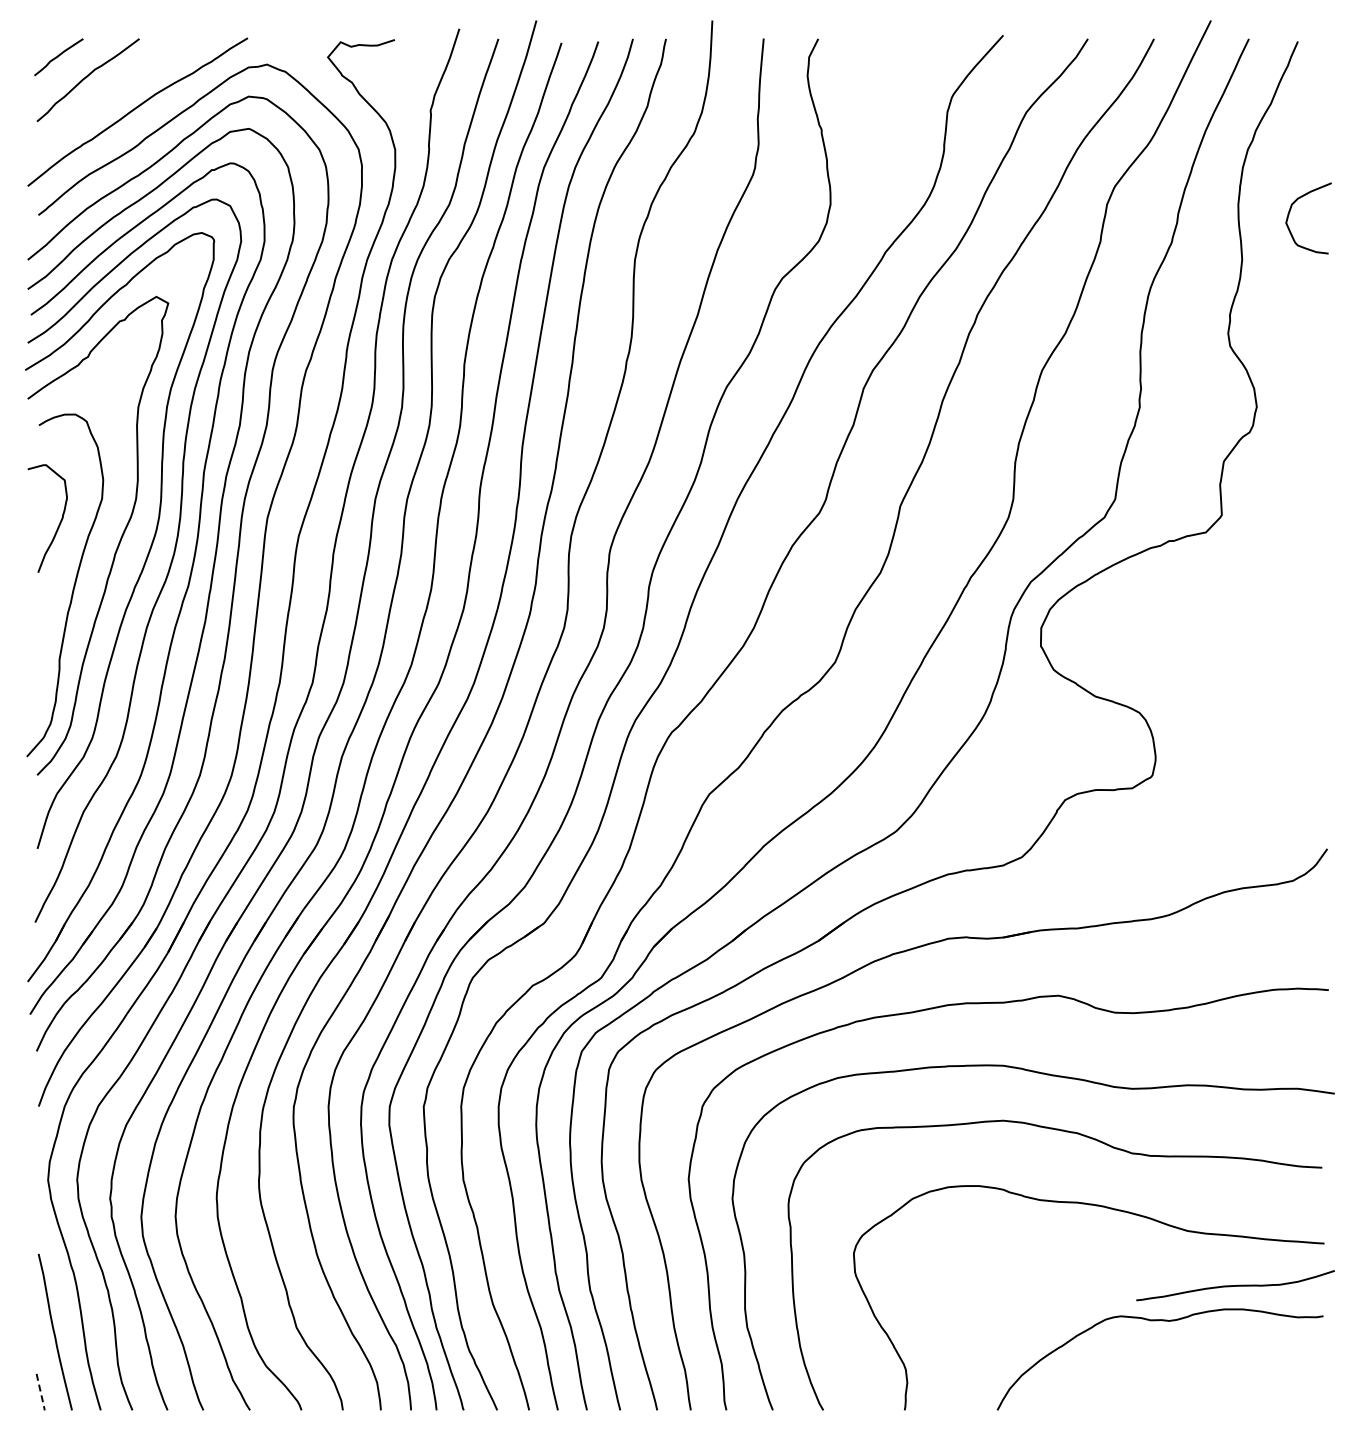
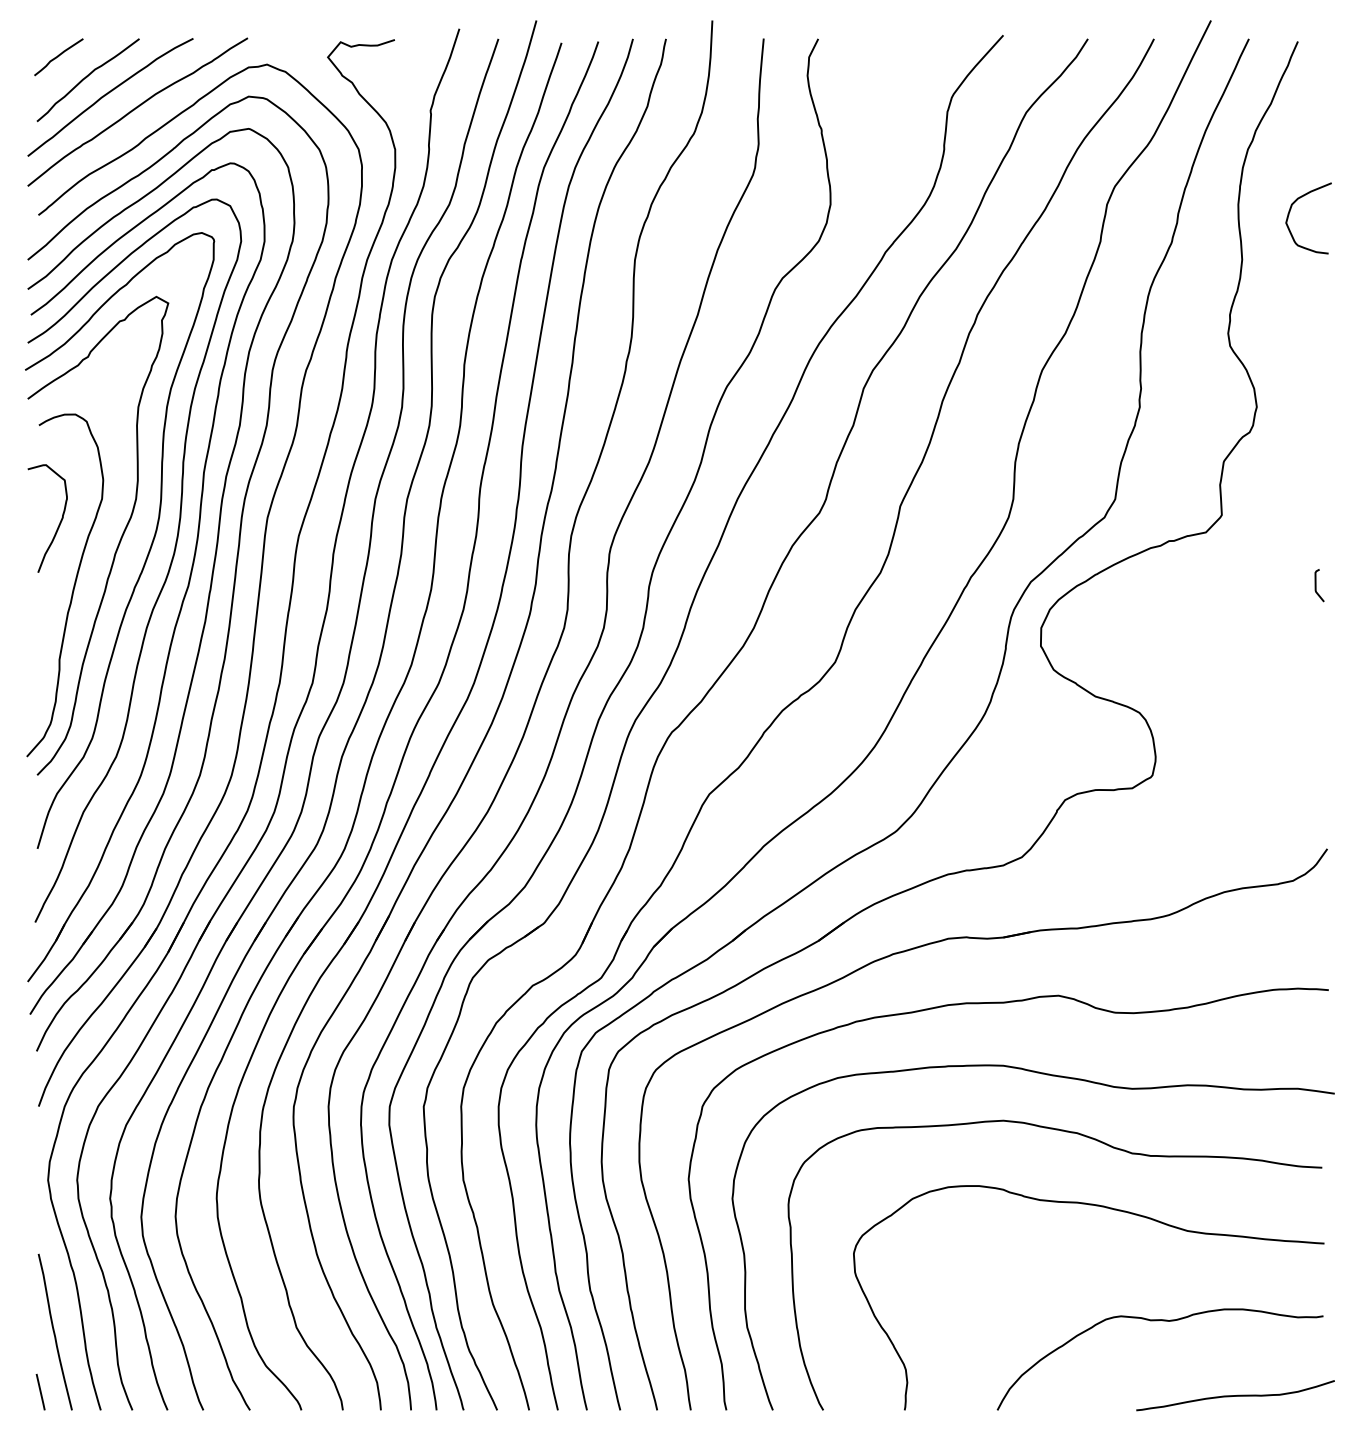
curve at (109, 93): none -> present
curve at (1316, 585): none -> present
curve at (1235, 1285) position: (1235, 1285) -> (1235, 1395)
line at (41, 1393): dashed -> solid
